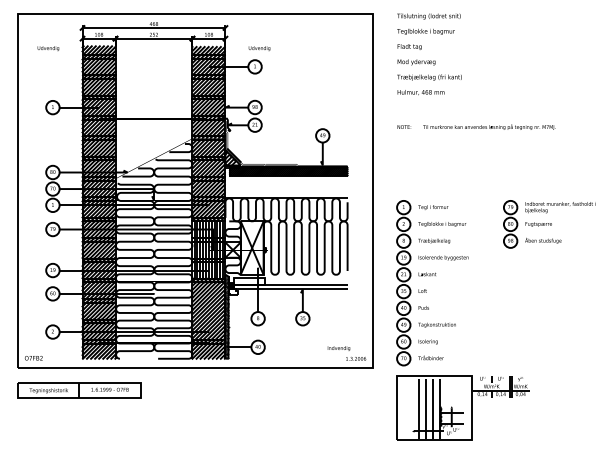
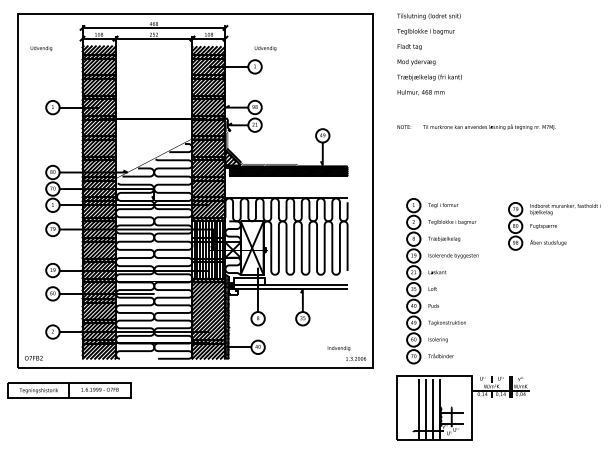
text at (48, 48) position: (48, 48) -> (41, 48)
text at (259, 48) position: (259, 48) -> (265, 48)
part at (549, 224) position: (549, 224) -> (554, 226)
part at (430, 276) position: (430, 276) -> (440, 274)
part at (79, 390) position: (79, 390) -> (69, 390)
